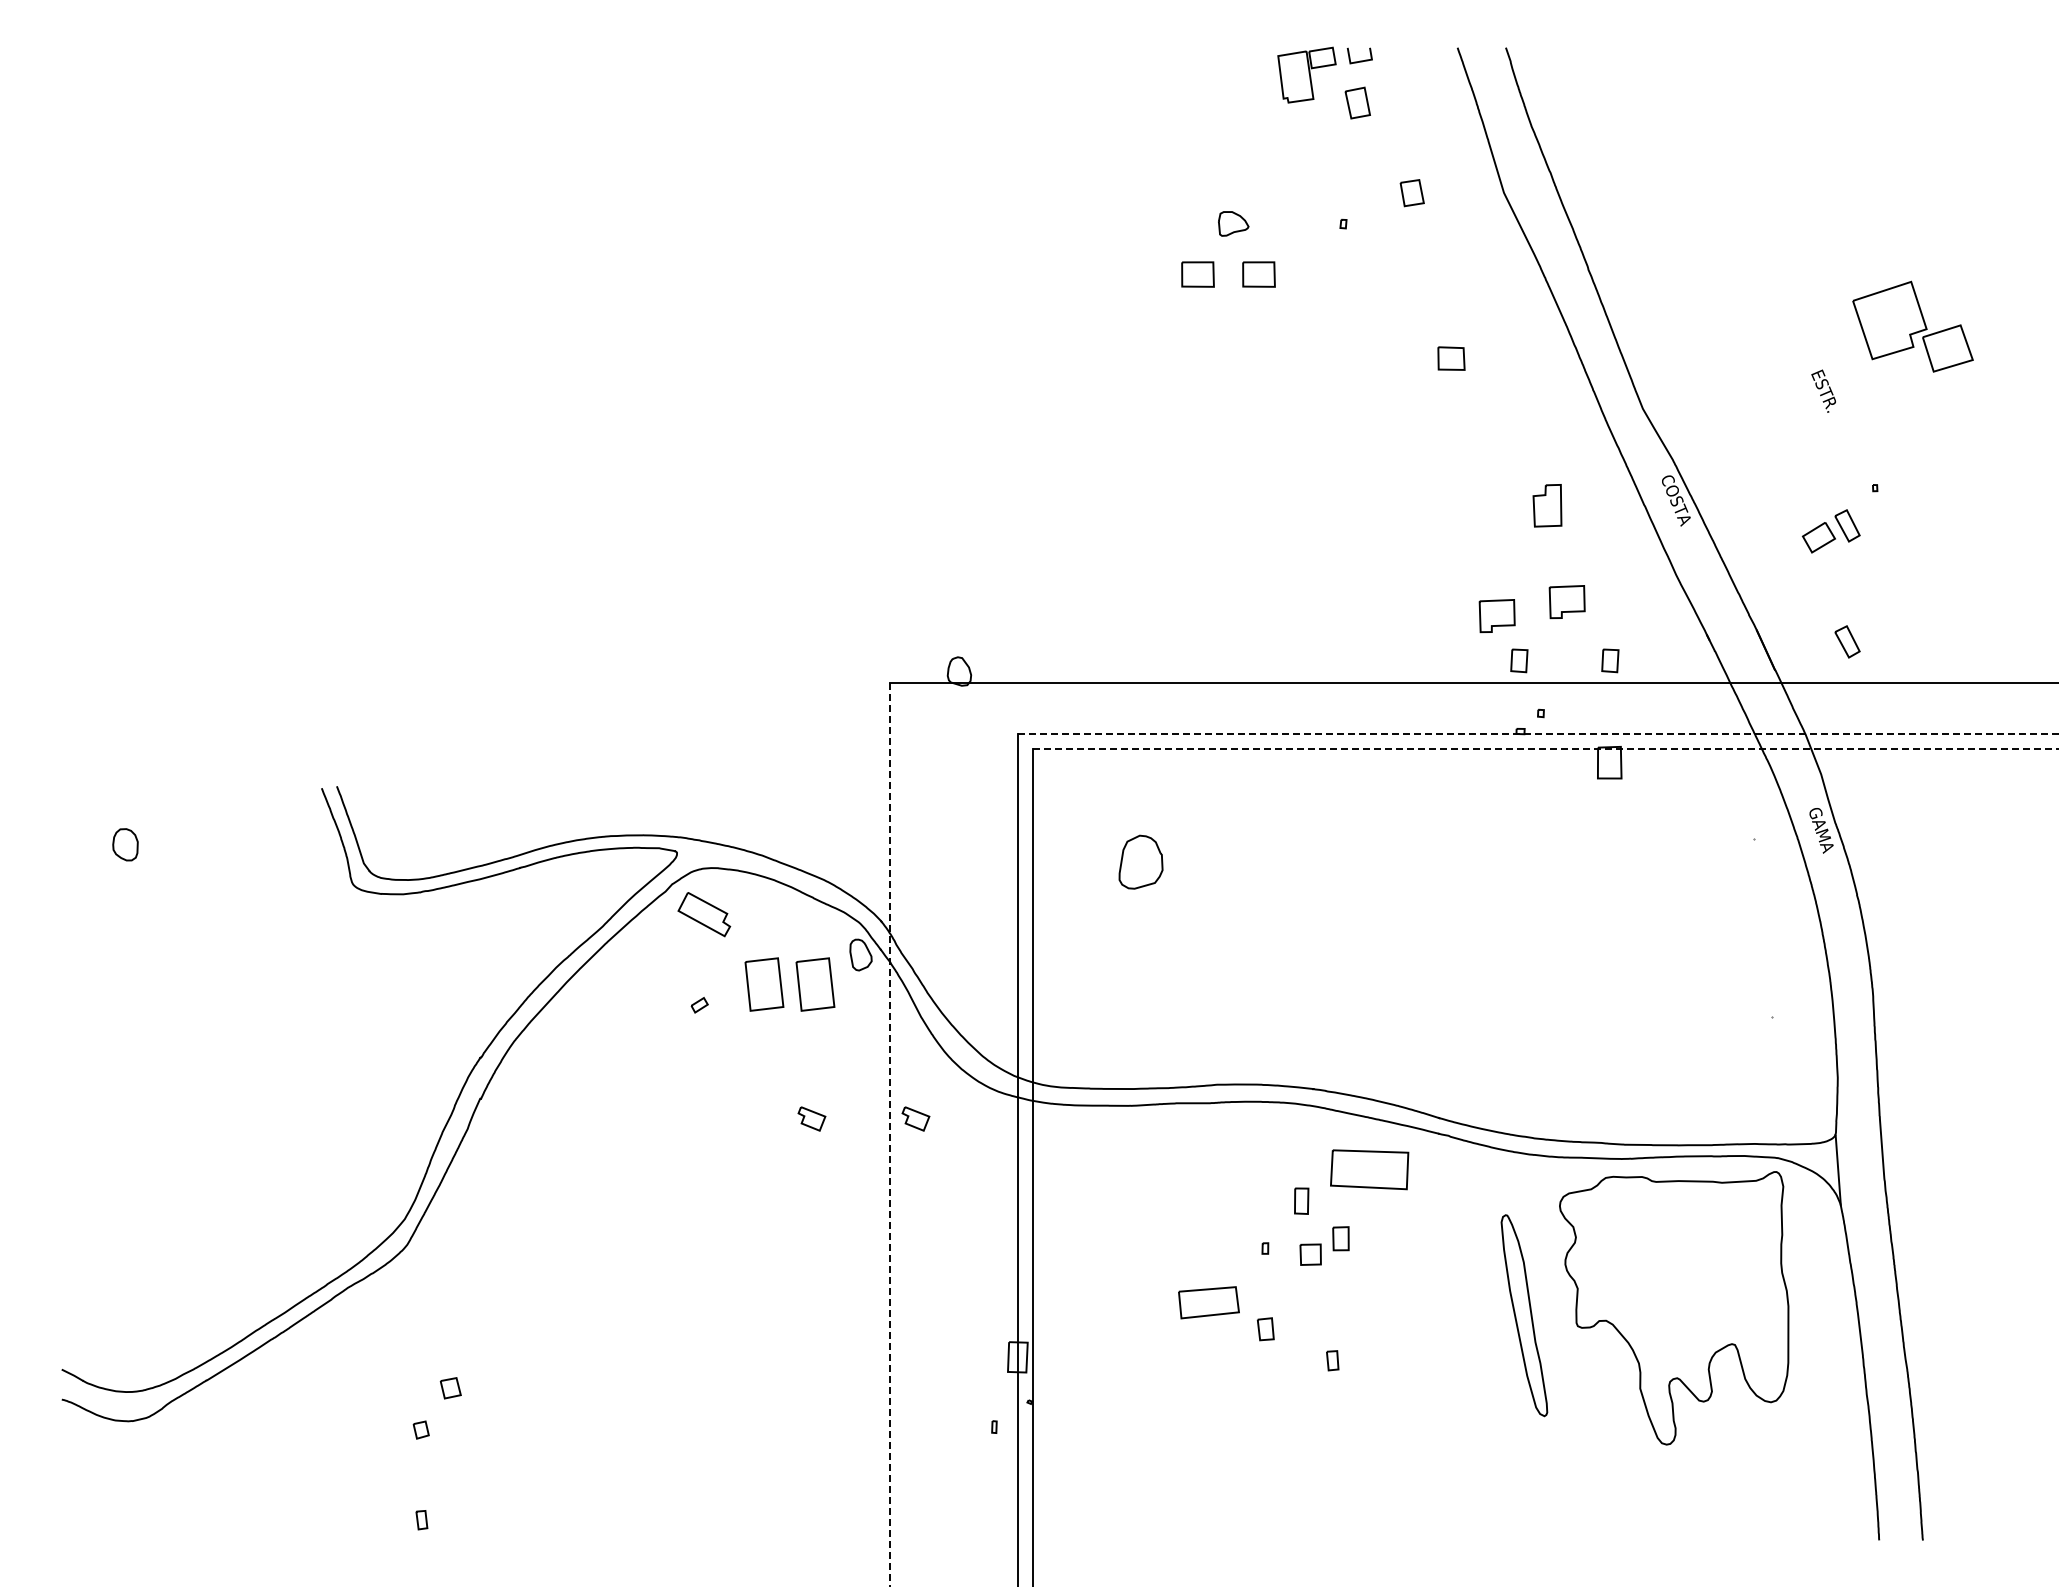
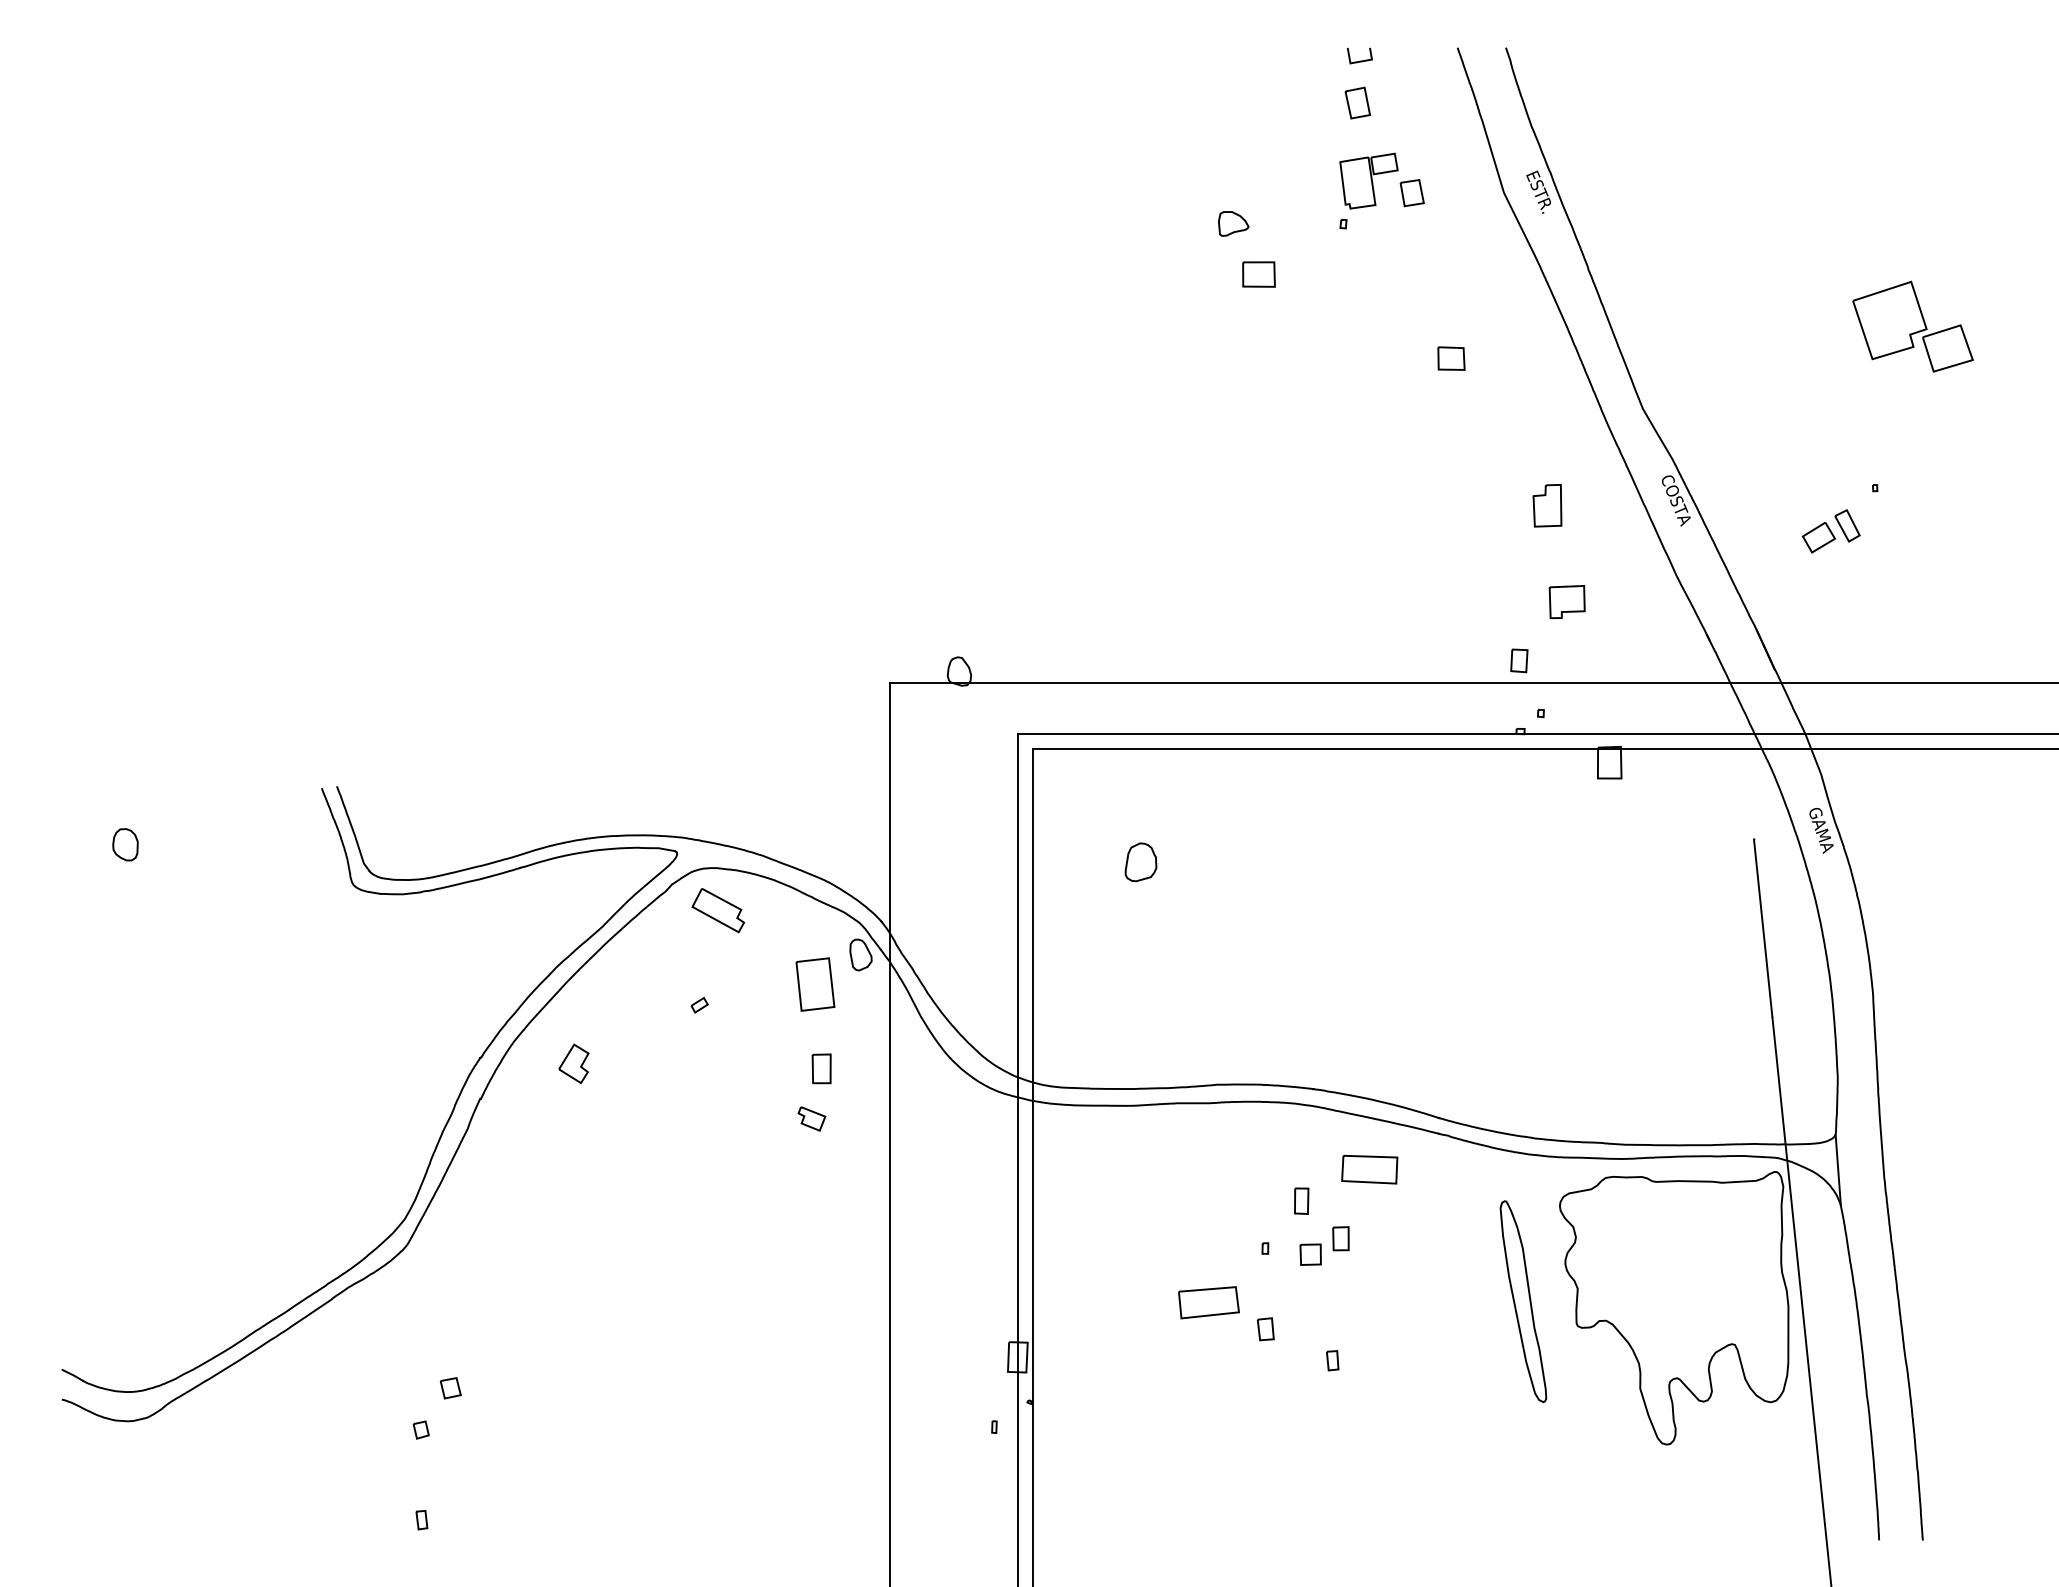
part at (1306, 74) position: (1306, 74) -> (1368, 180)
part at (1197, 274): present -> none
text at (1823, 390) position: (1823, 390) -> (1538, 191)
part at (1496, 616): present -> none
part at (1847, 641): present -> none
part at (1610, 660): present -> none
line at (1538, 734): dashed -> solid
line at (1545, 749): dashed -> solid
part at (1140, 861) size: 46x56 px -> 34x41 px
part at (704, 914) position: (704, 914) -> (718, 910)
part at (764, 984): present -> none
part at (573, 1063): none -> present
part at (821, 1068): none -> present
part at (915, 1118): present -> none
line at (890, 1135): dashed -> solid
part at (1369, 1169) size: 80x42 px -> 58x31 px
line at (1792, 1211): none -> present
part at (1524, 1315) position: (1524, 1315) -> (1523, 1301)
